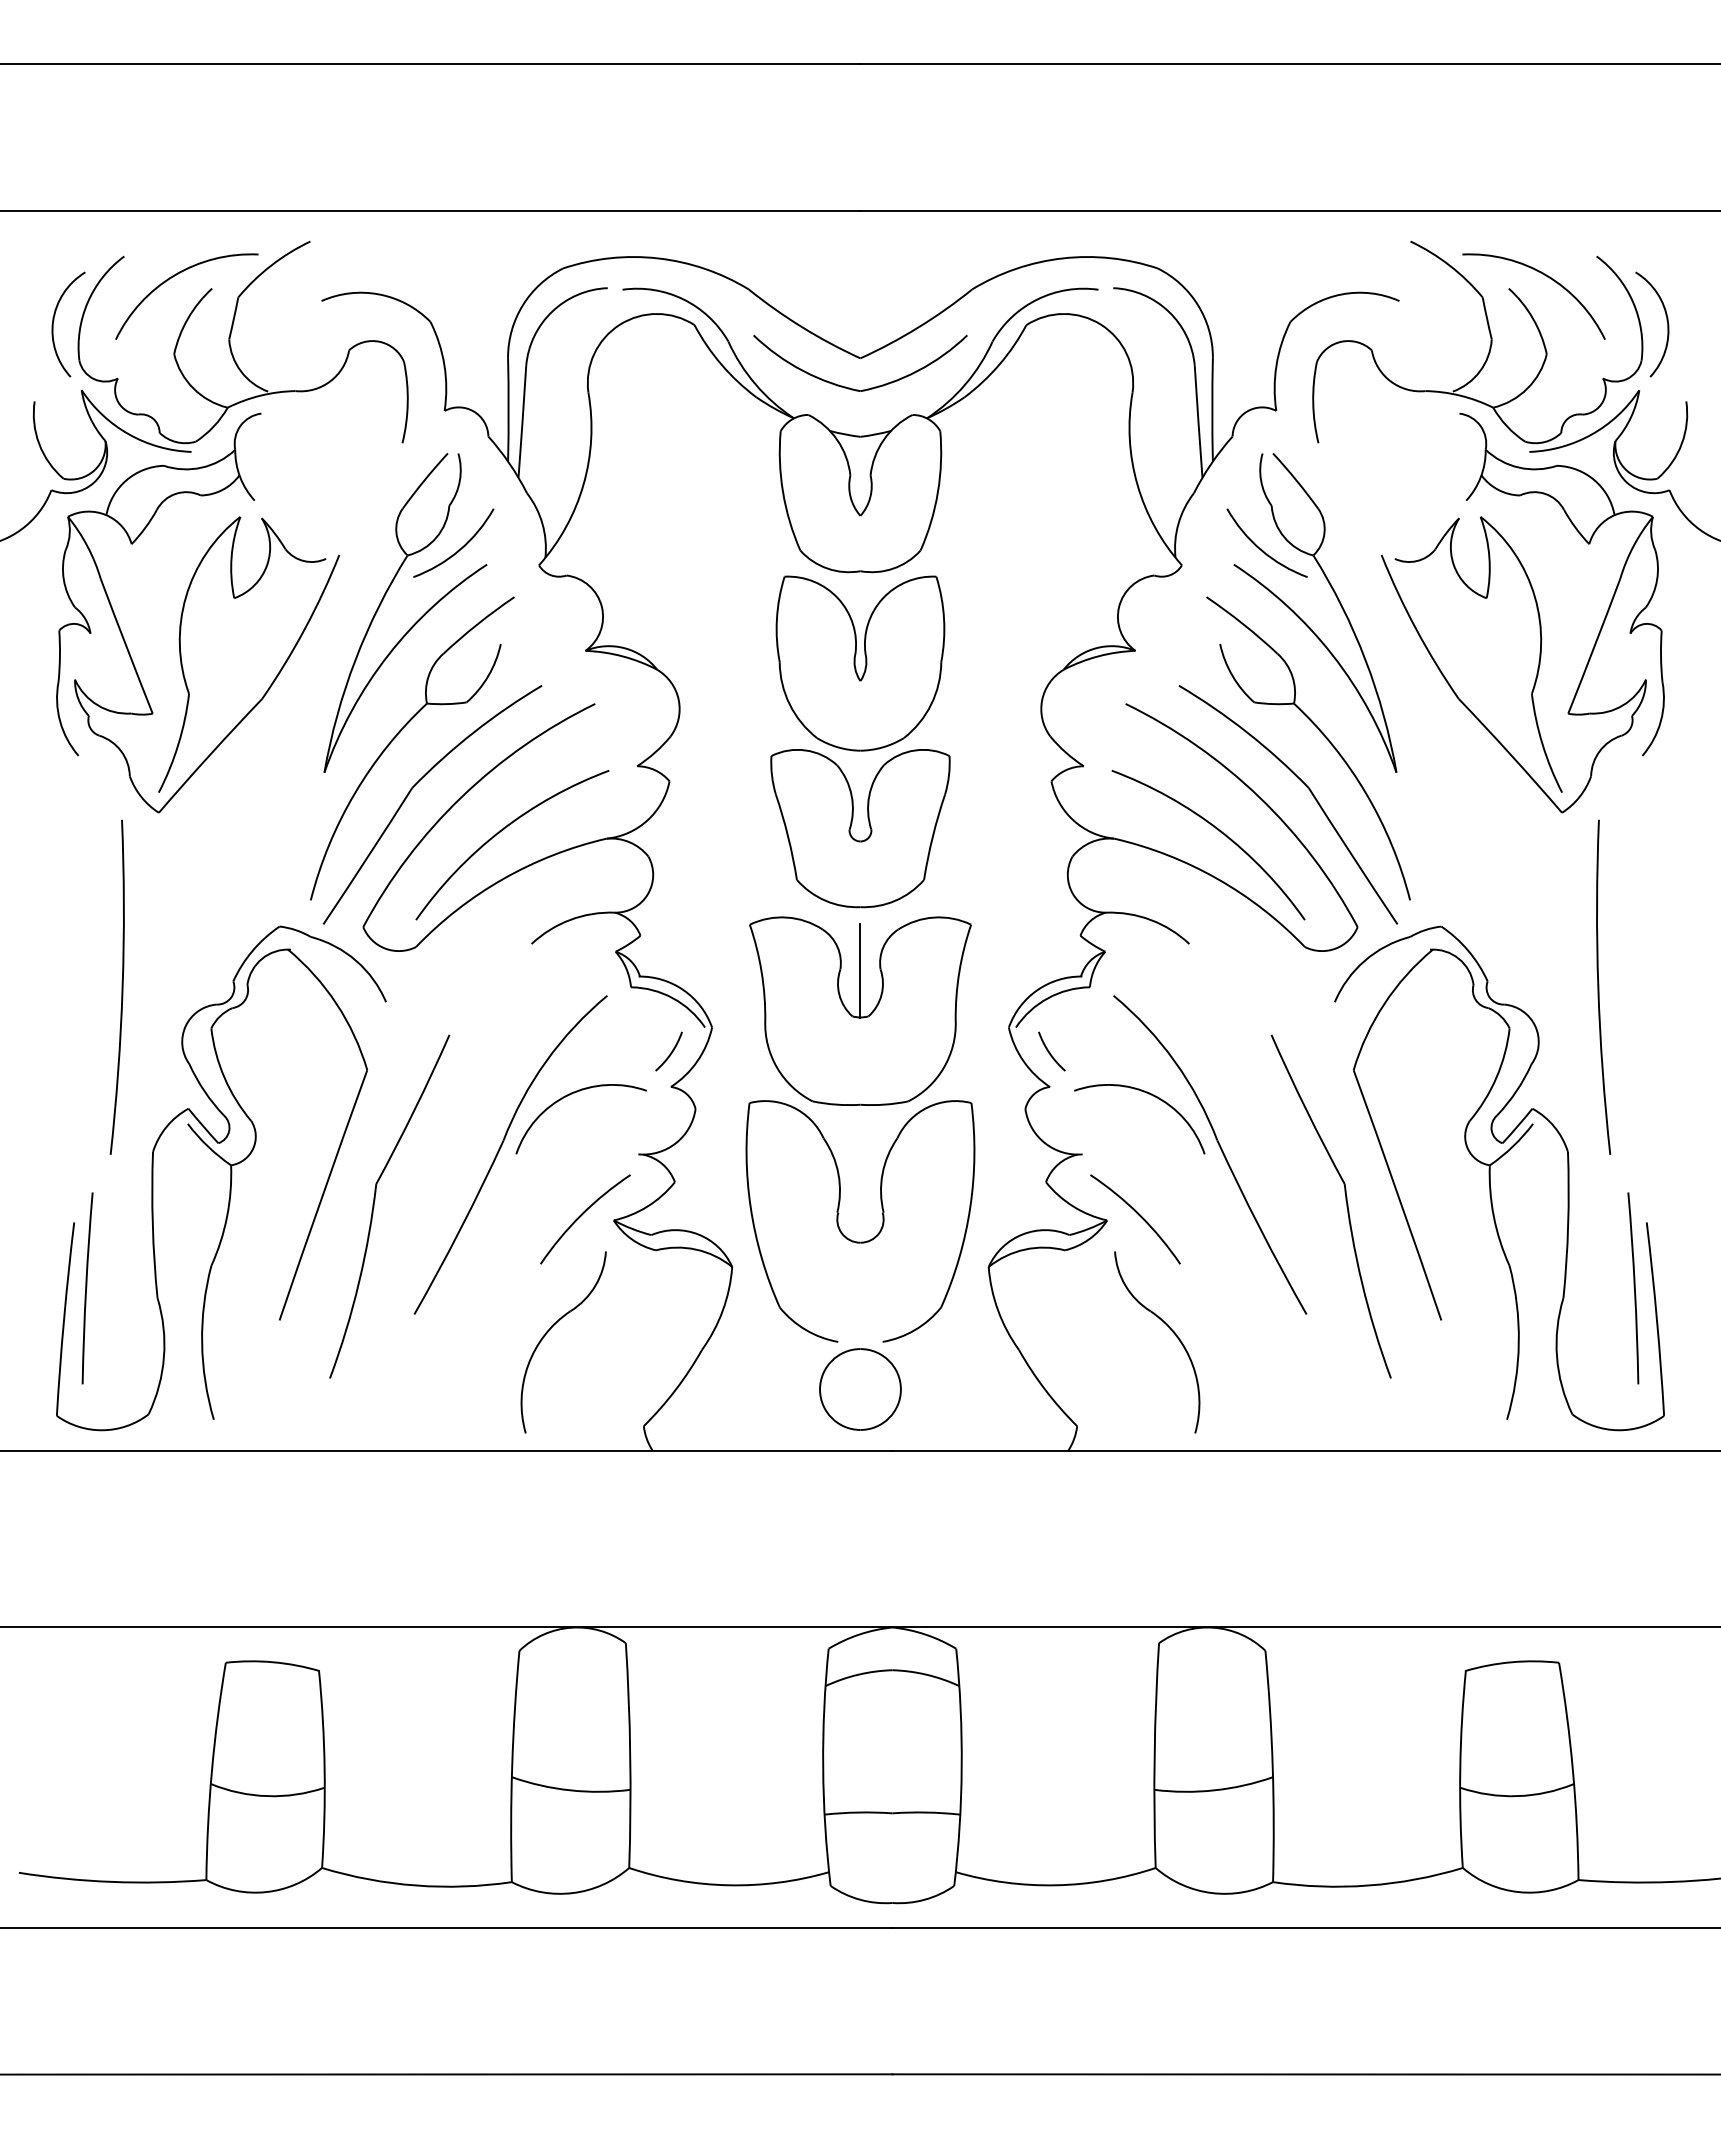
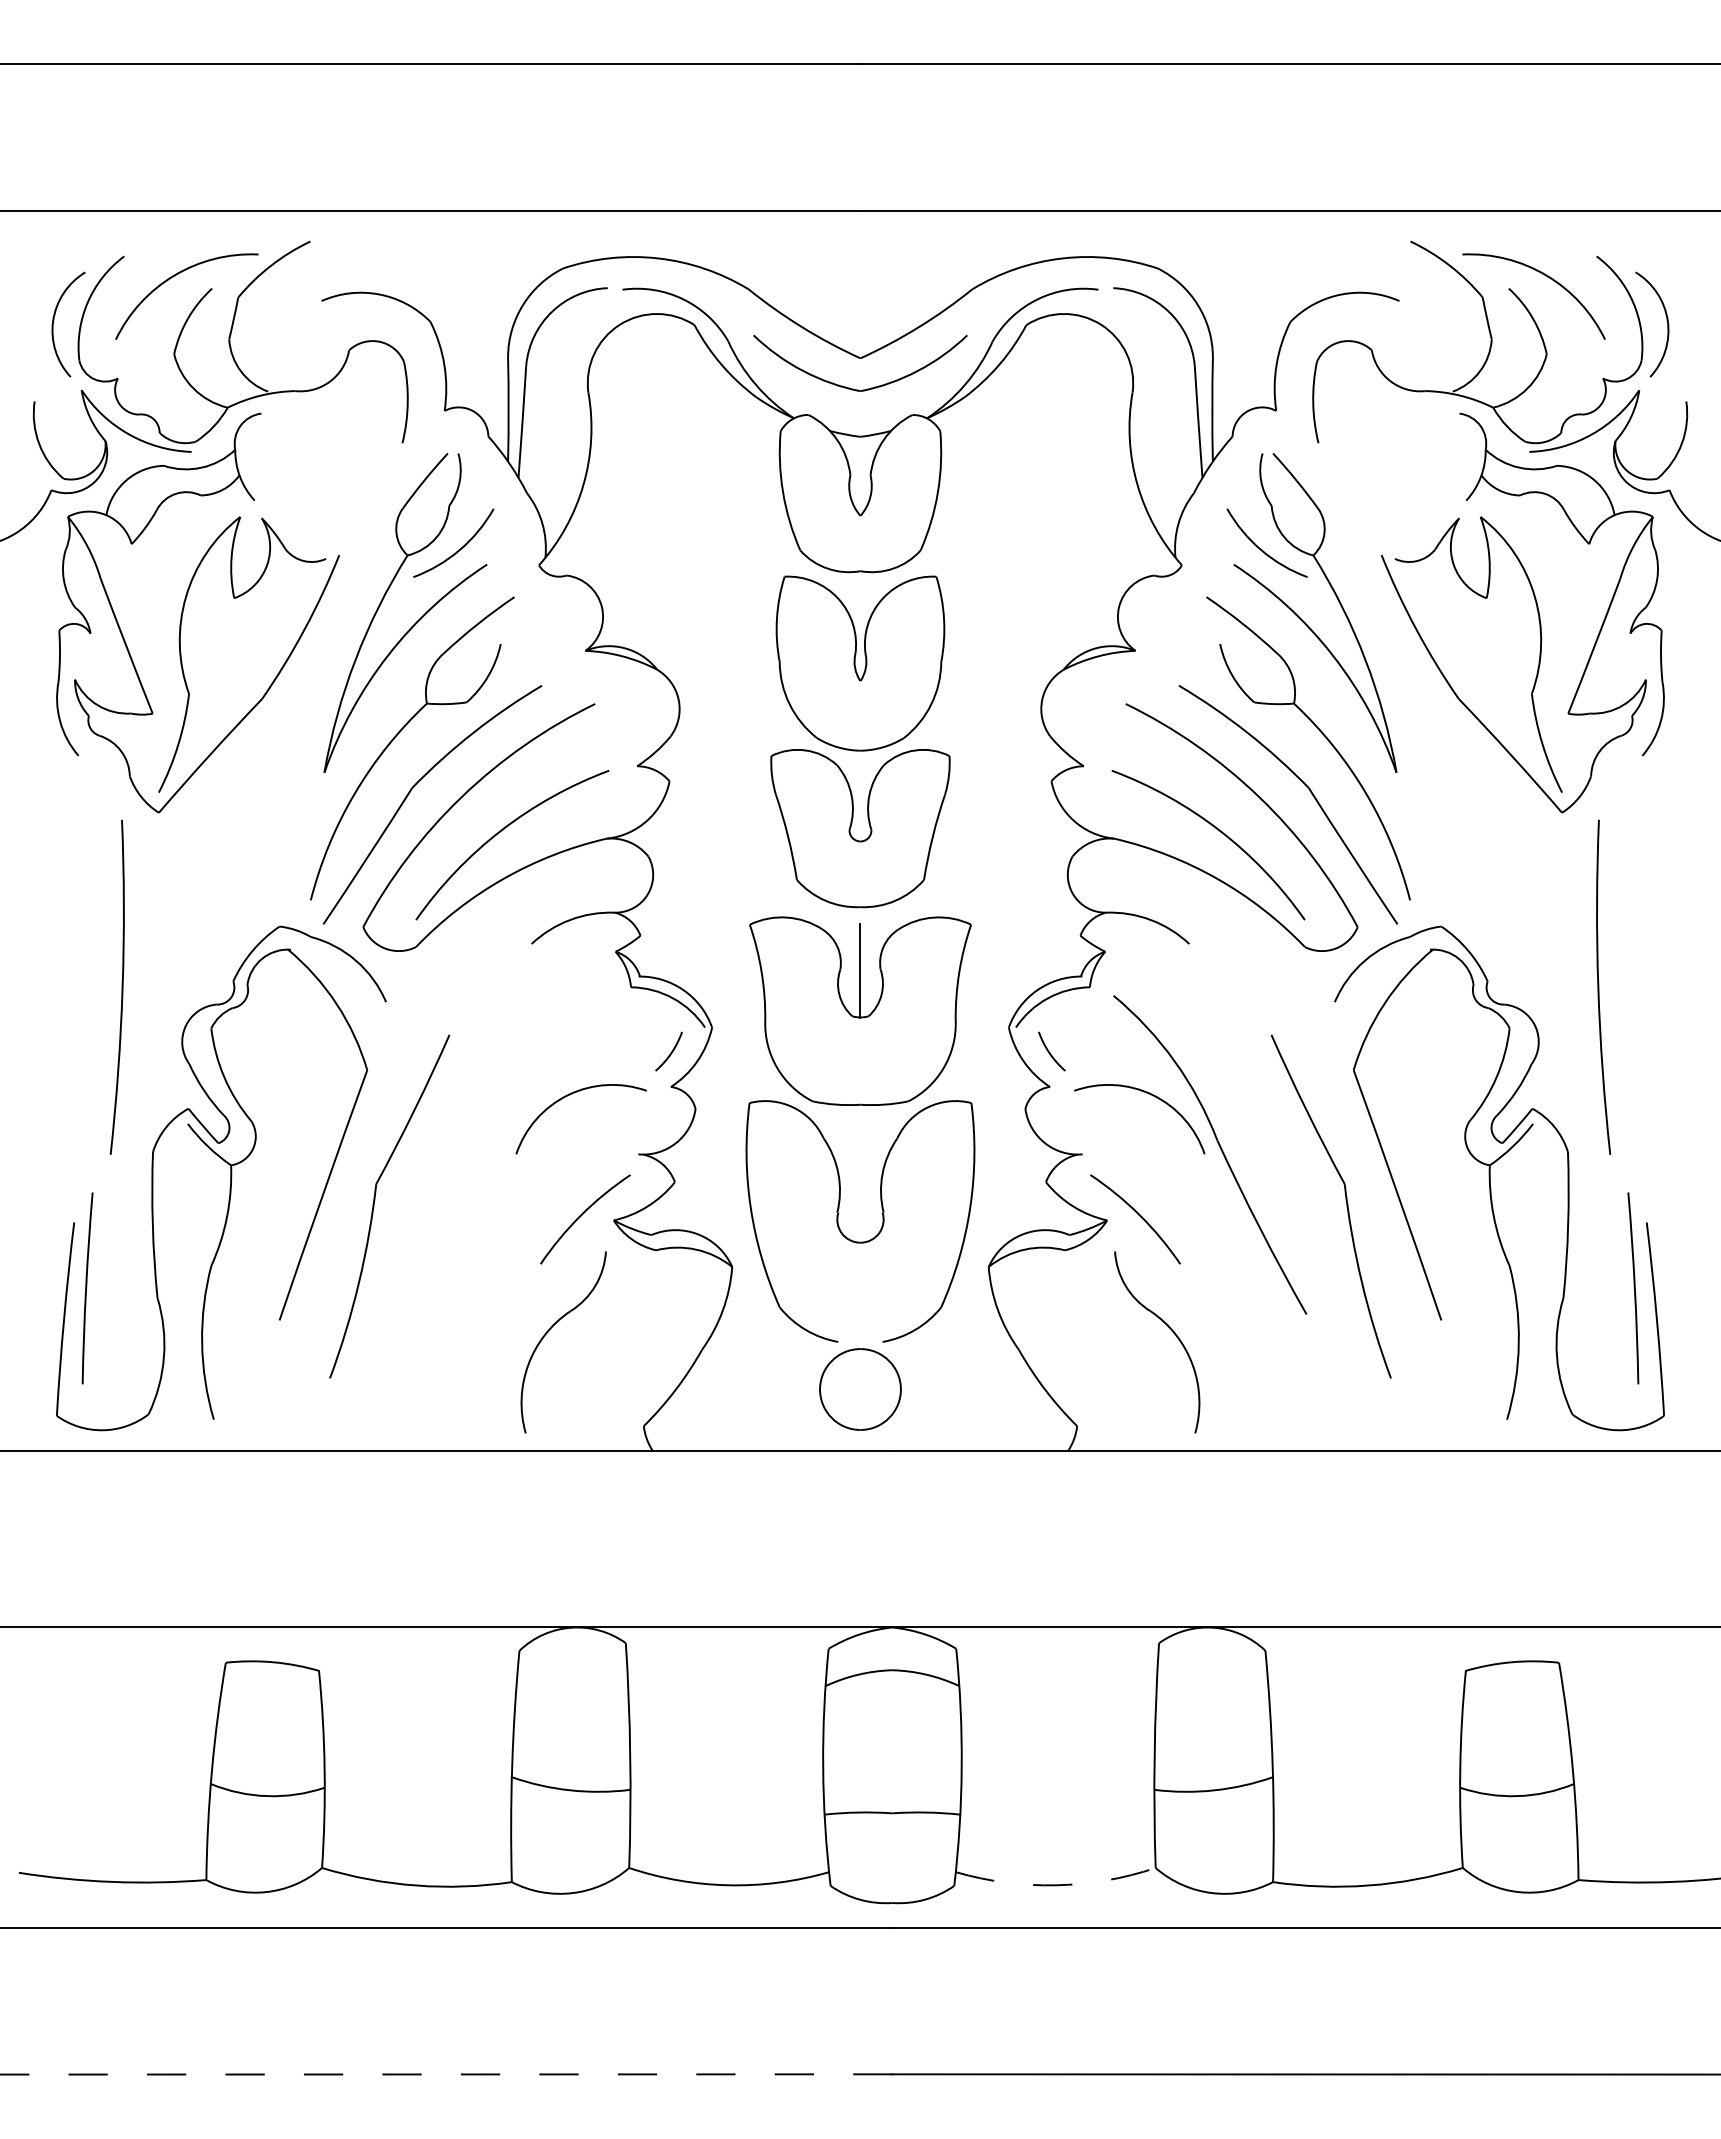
part at (500, 1149): present -> none
arc at (1056, 1885): solid -> dashed
line at (446, 2074): solid -> dashed
